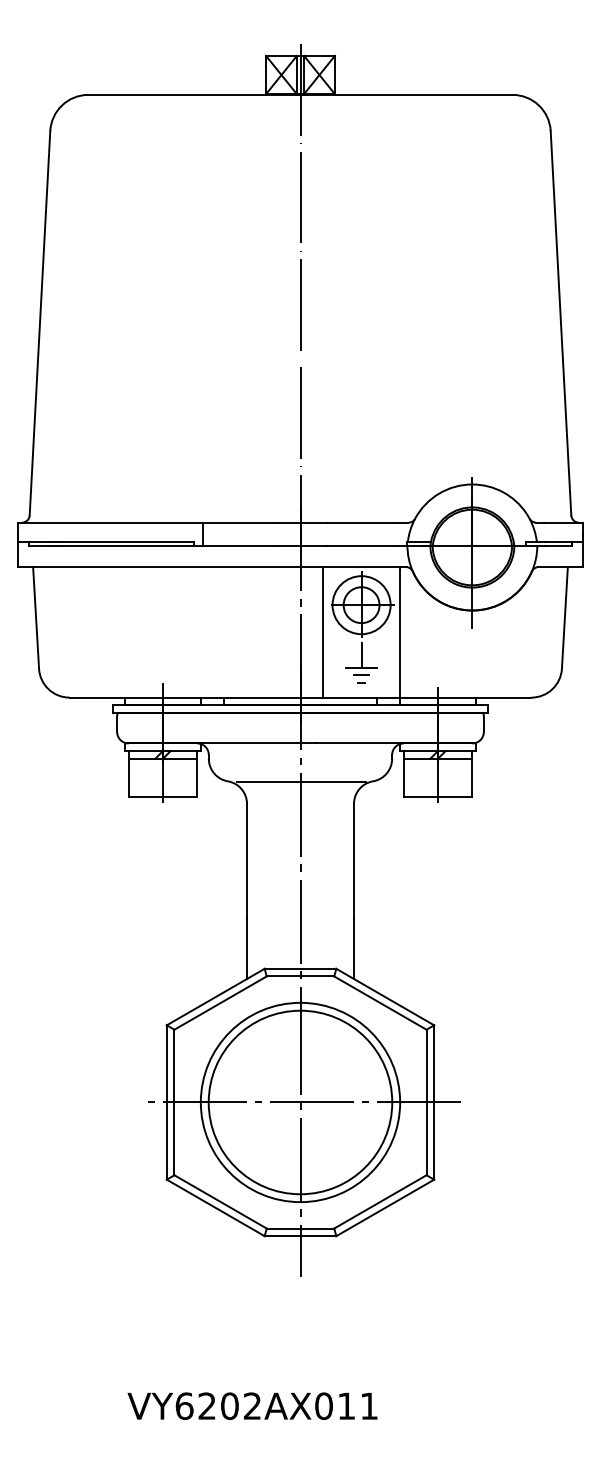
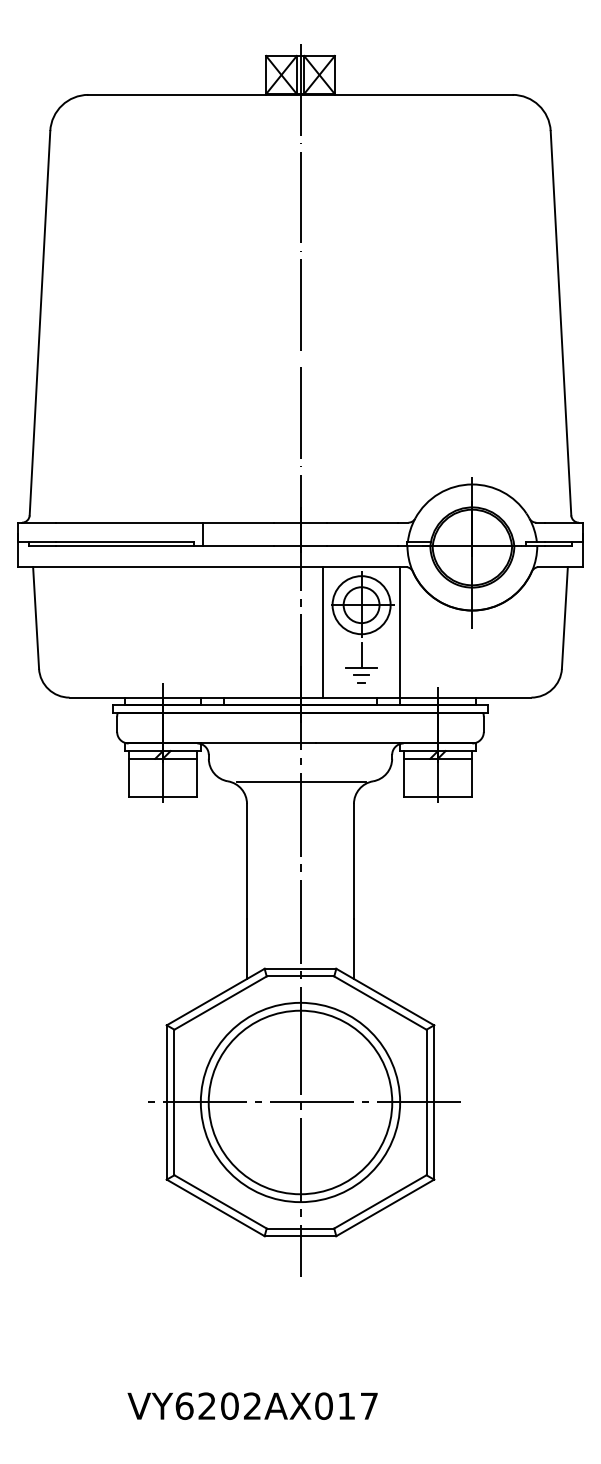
text at (369, 1405): VY6202AX011 -> VY6202AX017
